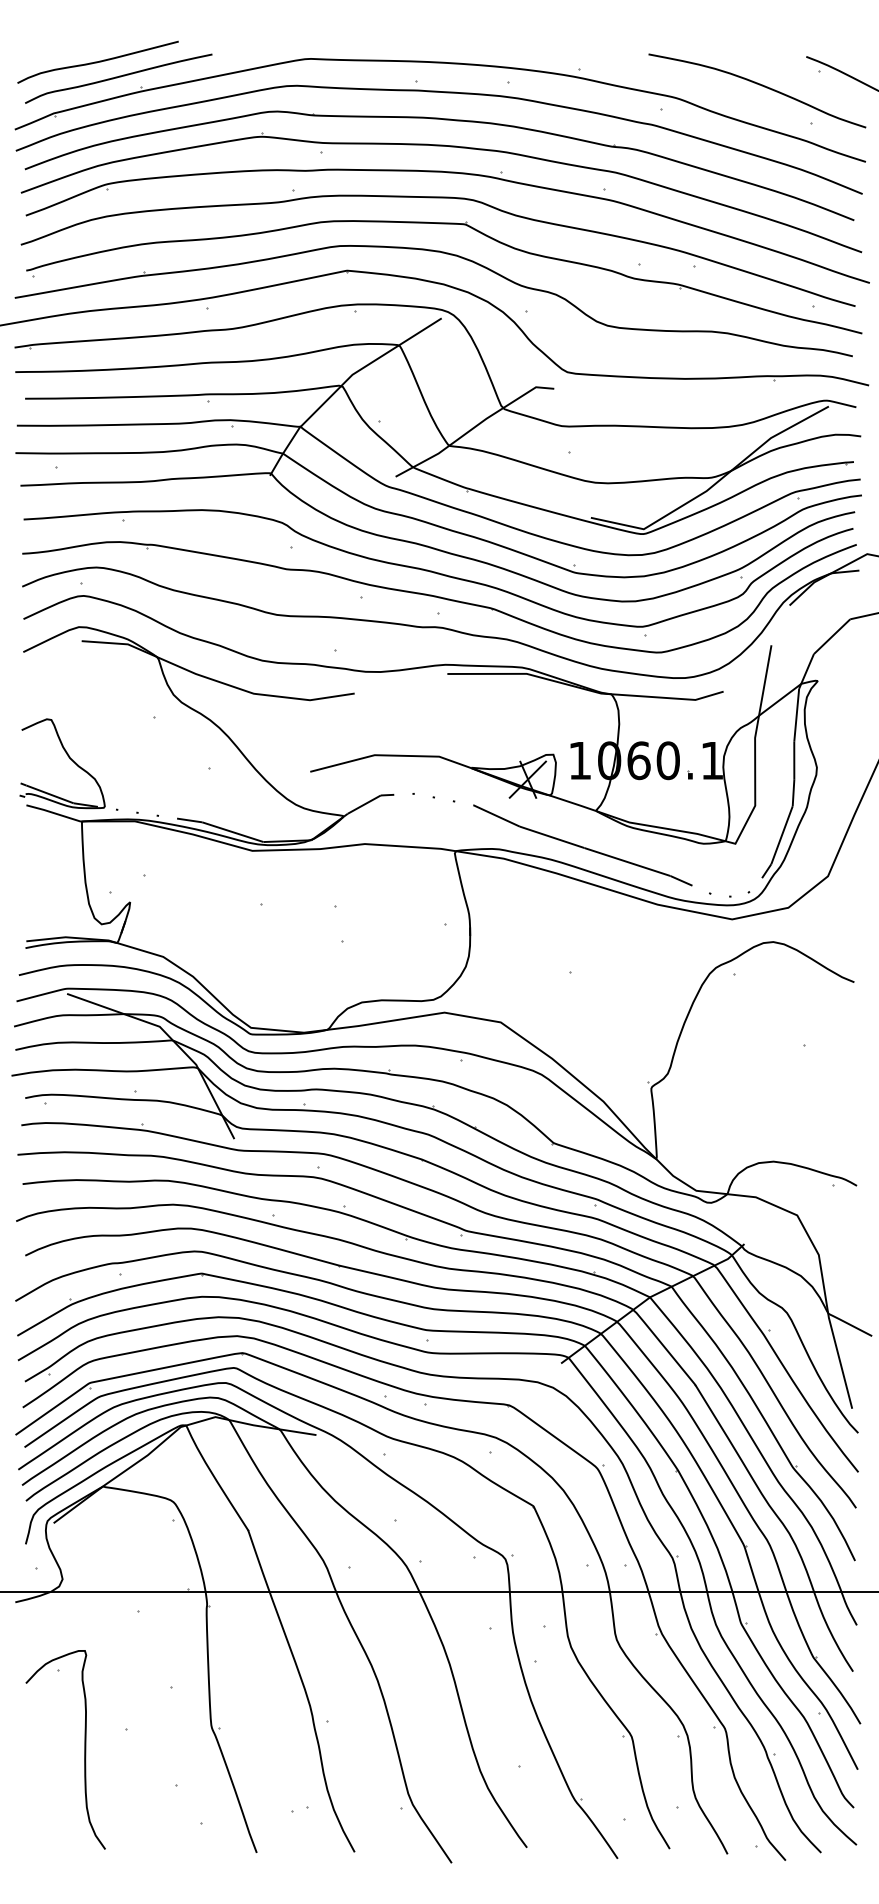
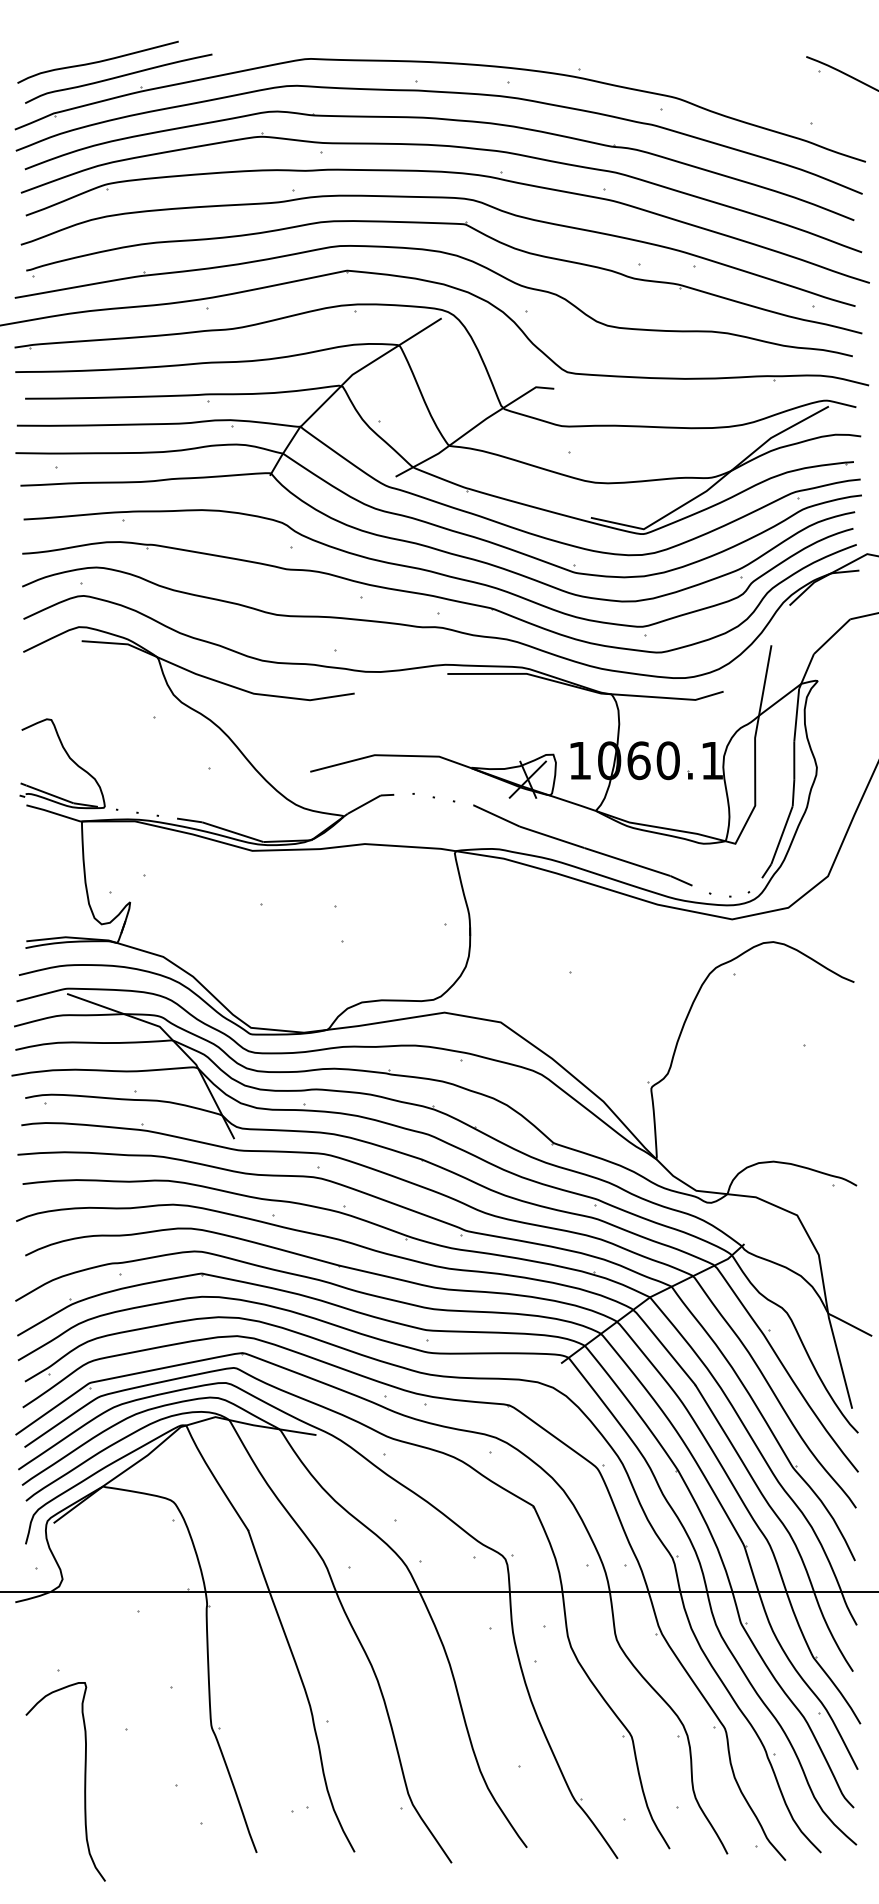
curve at (759, 85): present -> none
curve at (84, 1749) position: (84, 1749) -> (84, 1781)
